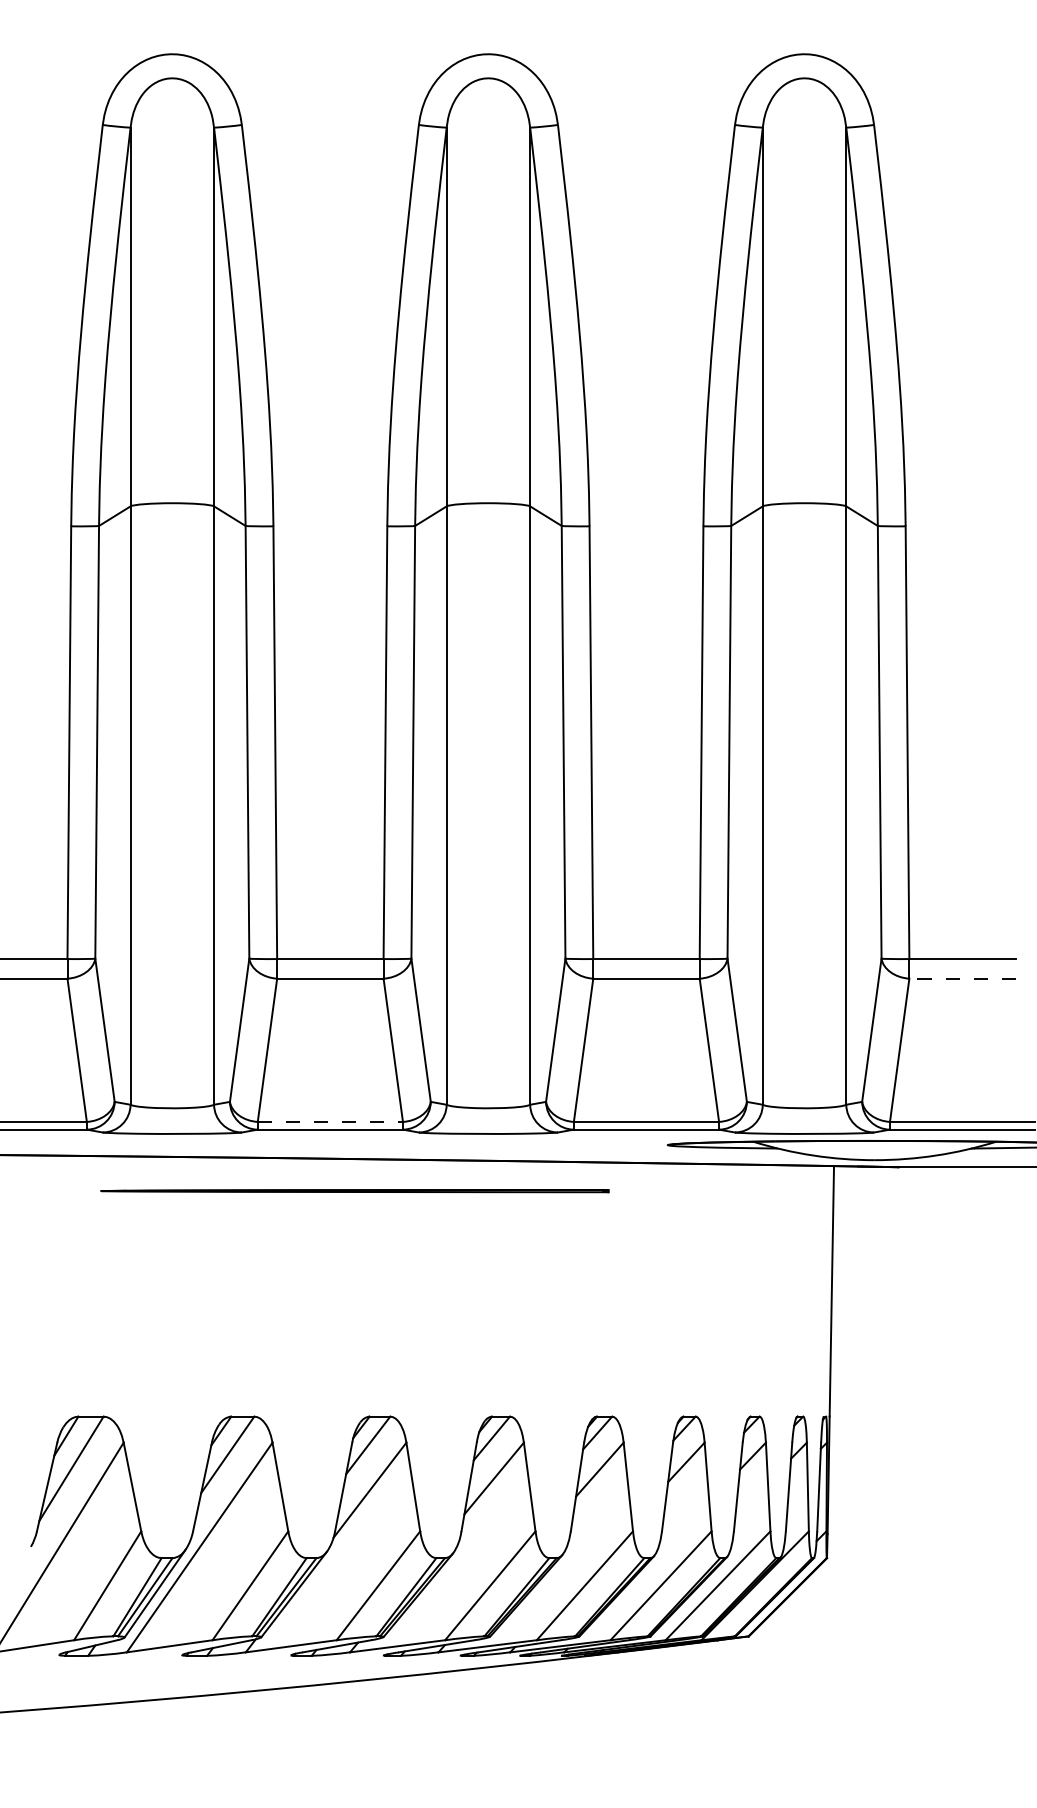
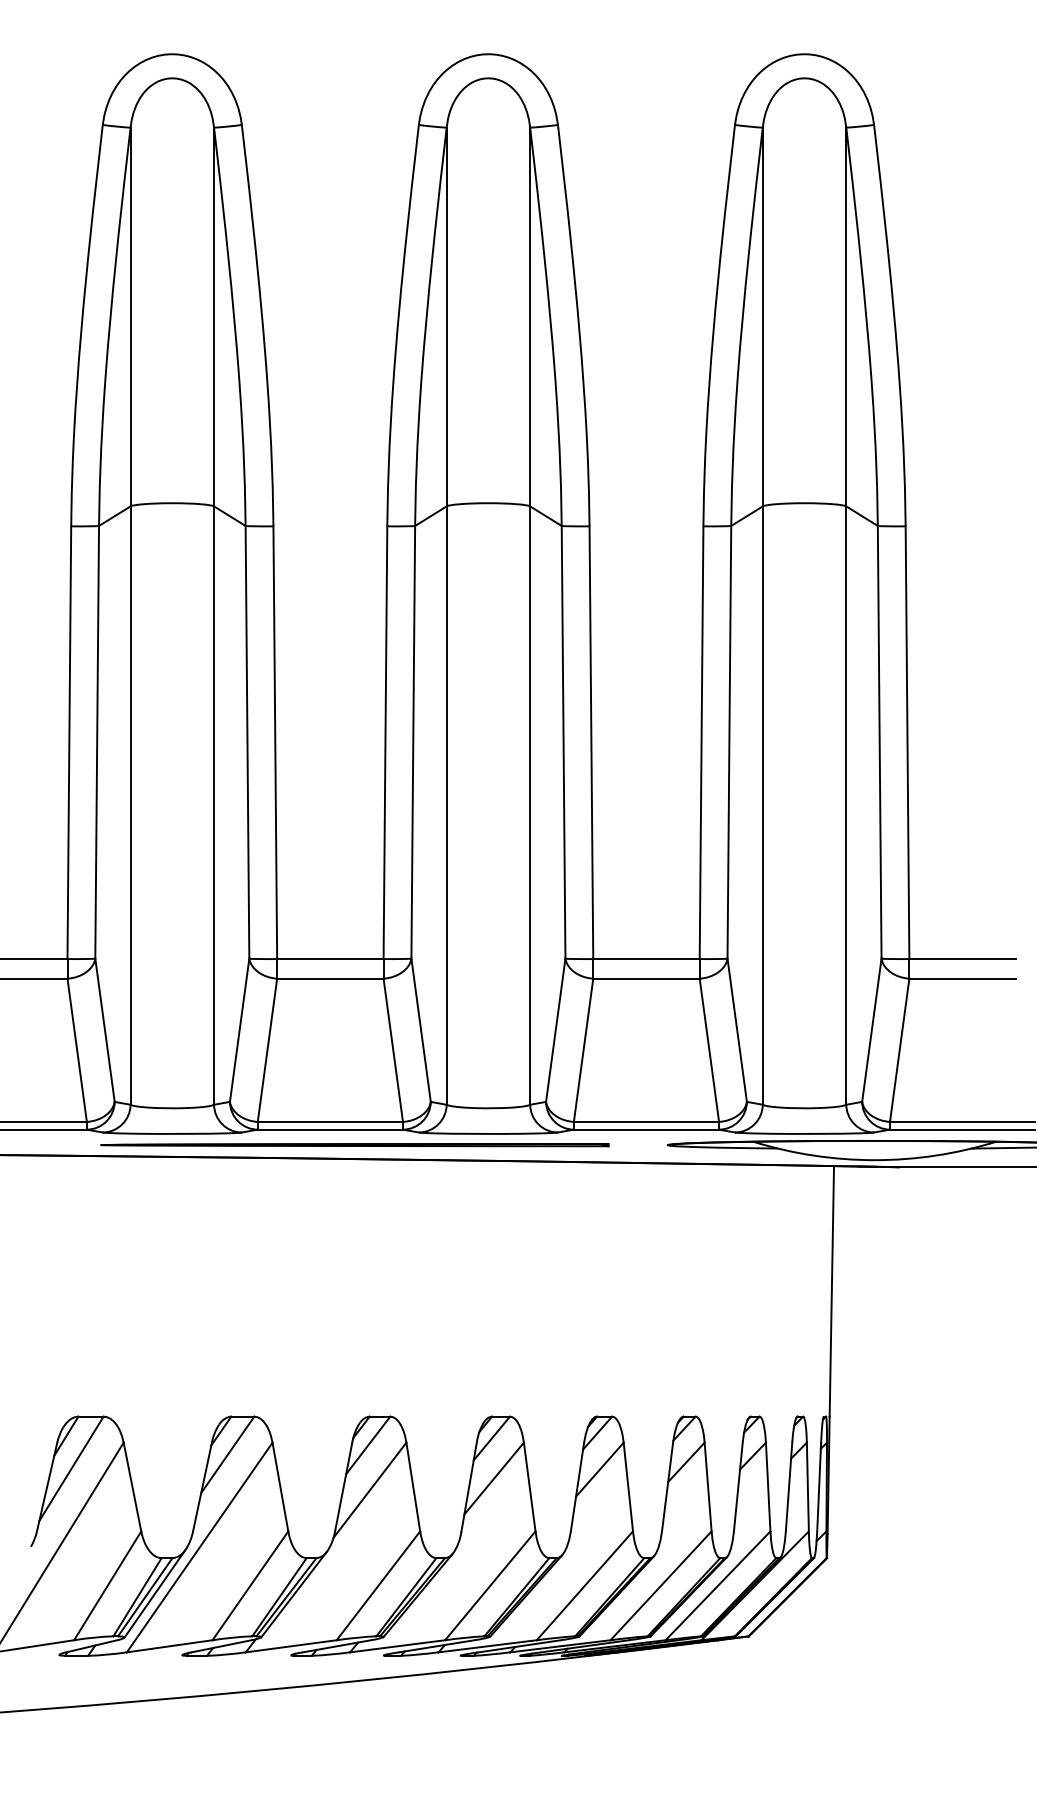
line at (962, 978): dashed -> solid
line at (330, 1121): dashed -> solid
line at (354, 1191) position: (354, 1191) -> (354, 1145)
